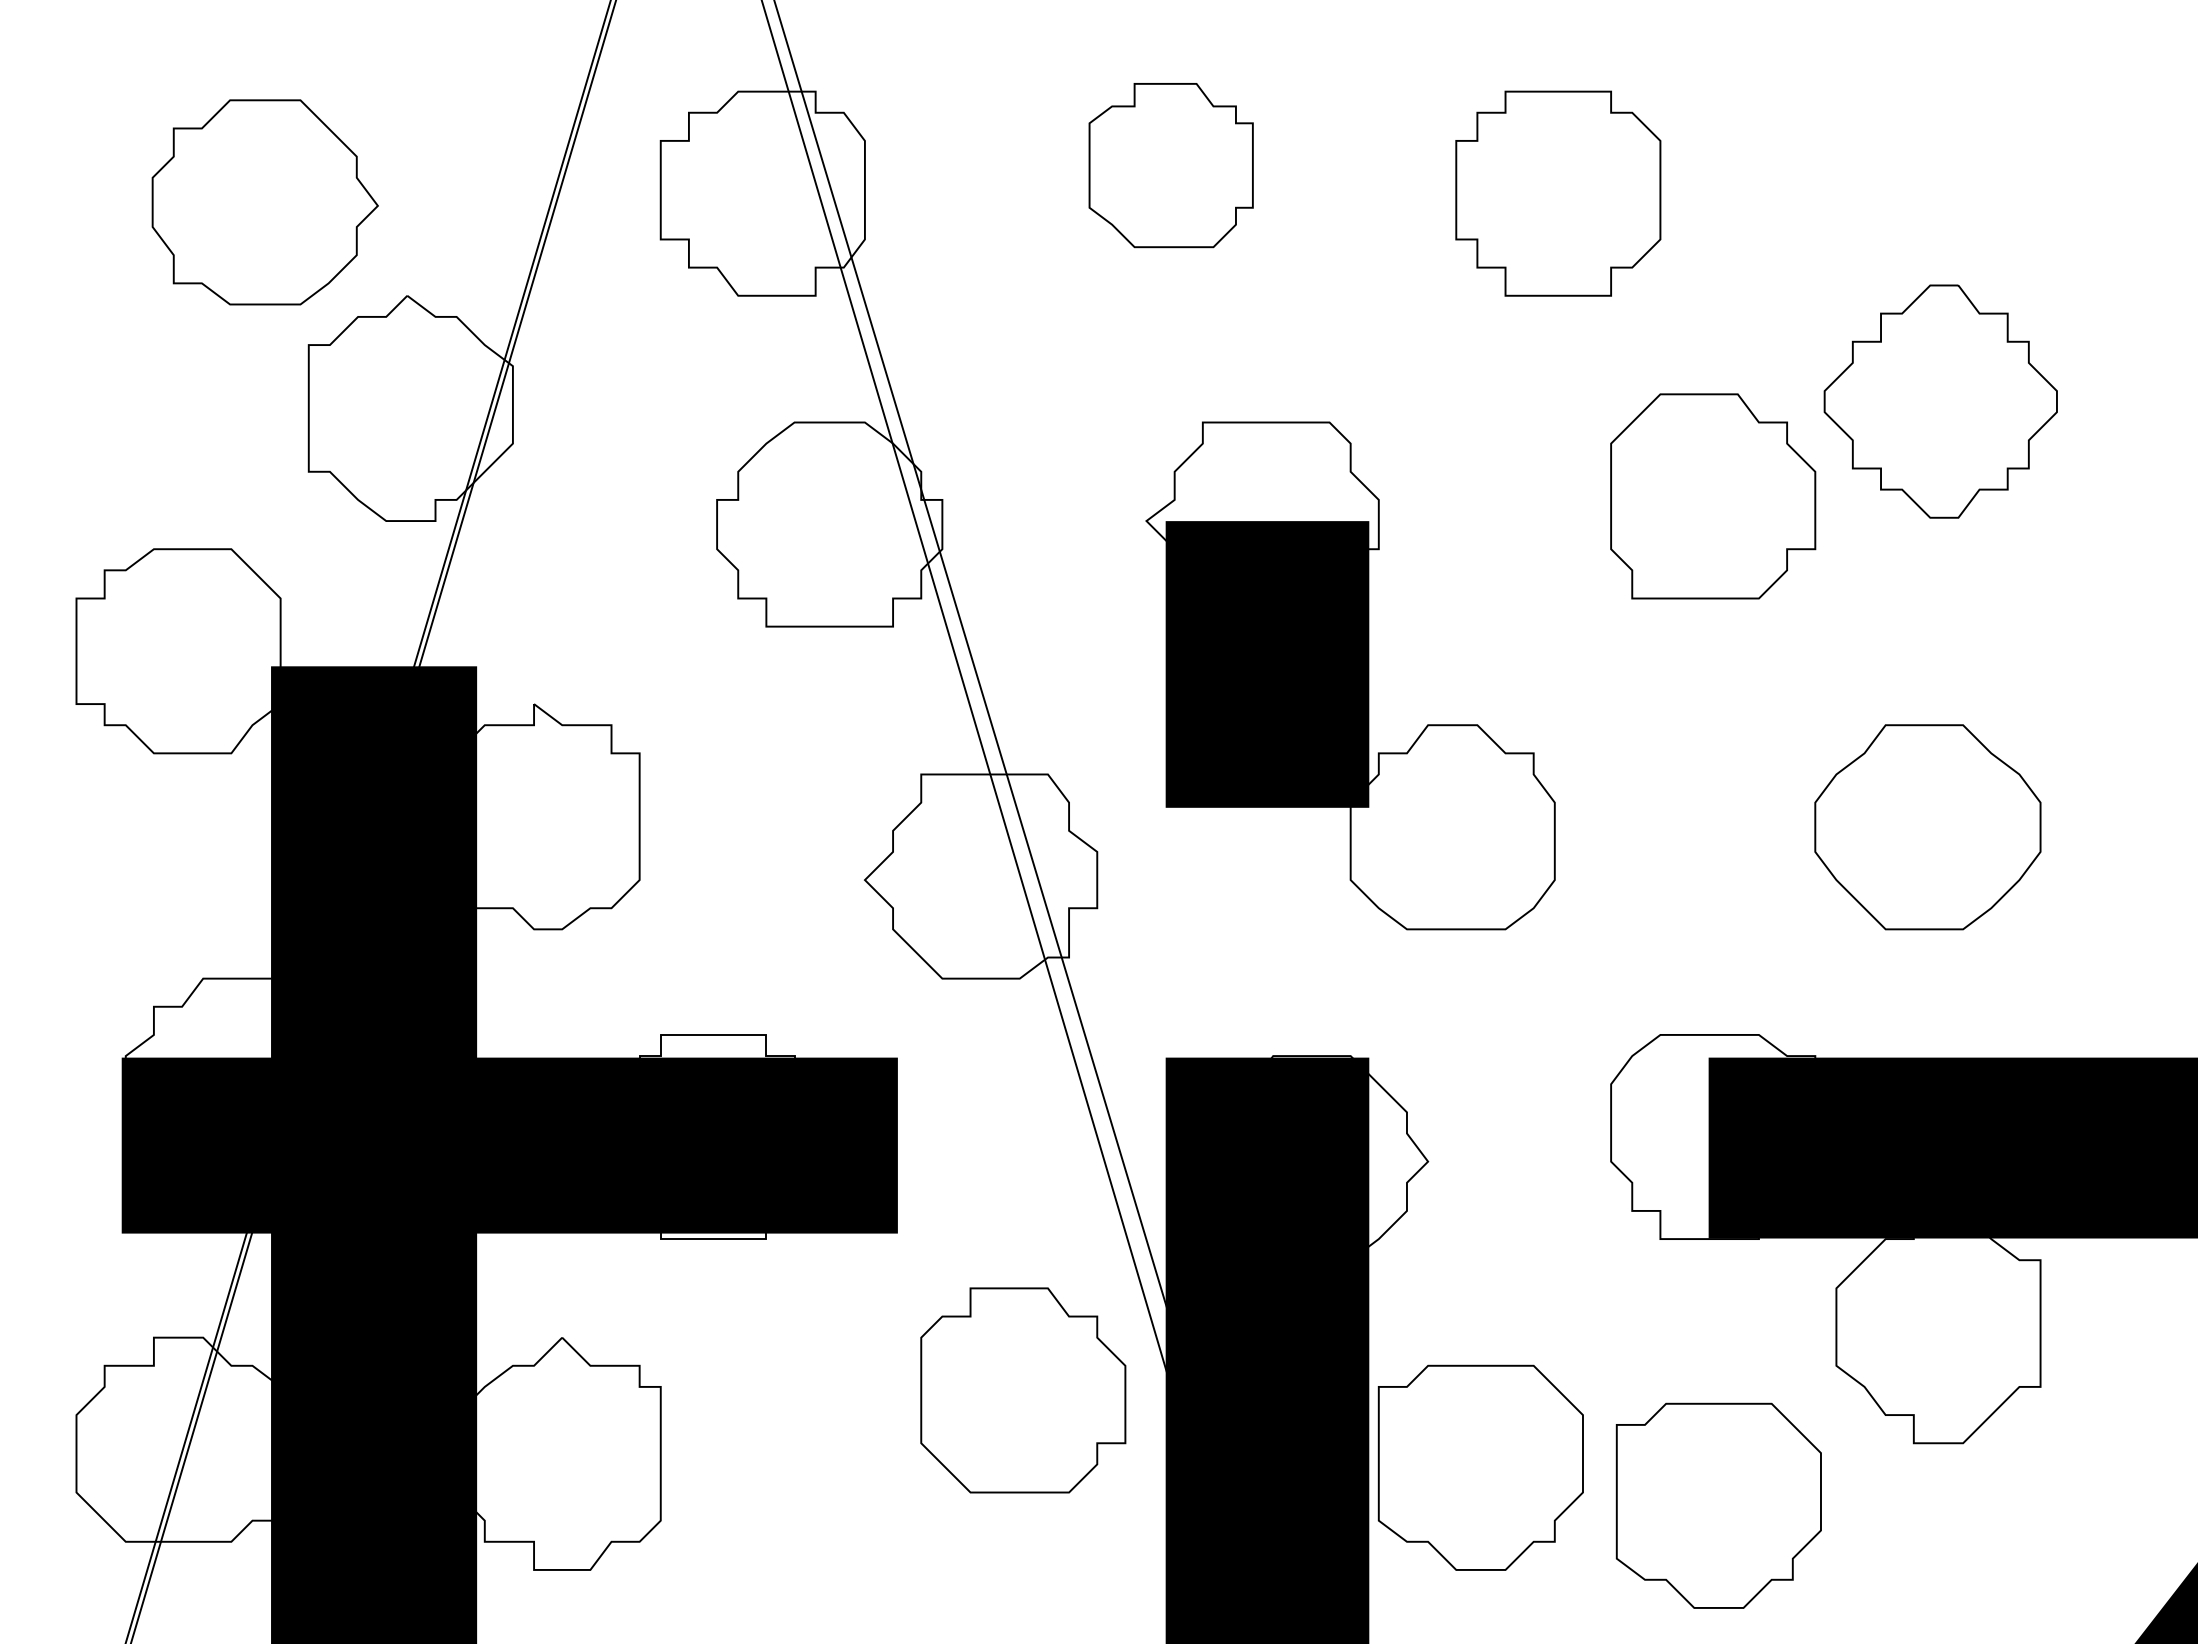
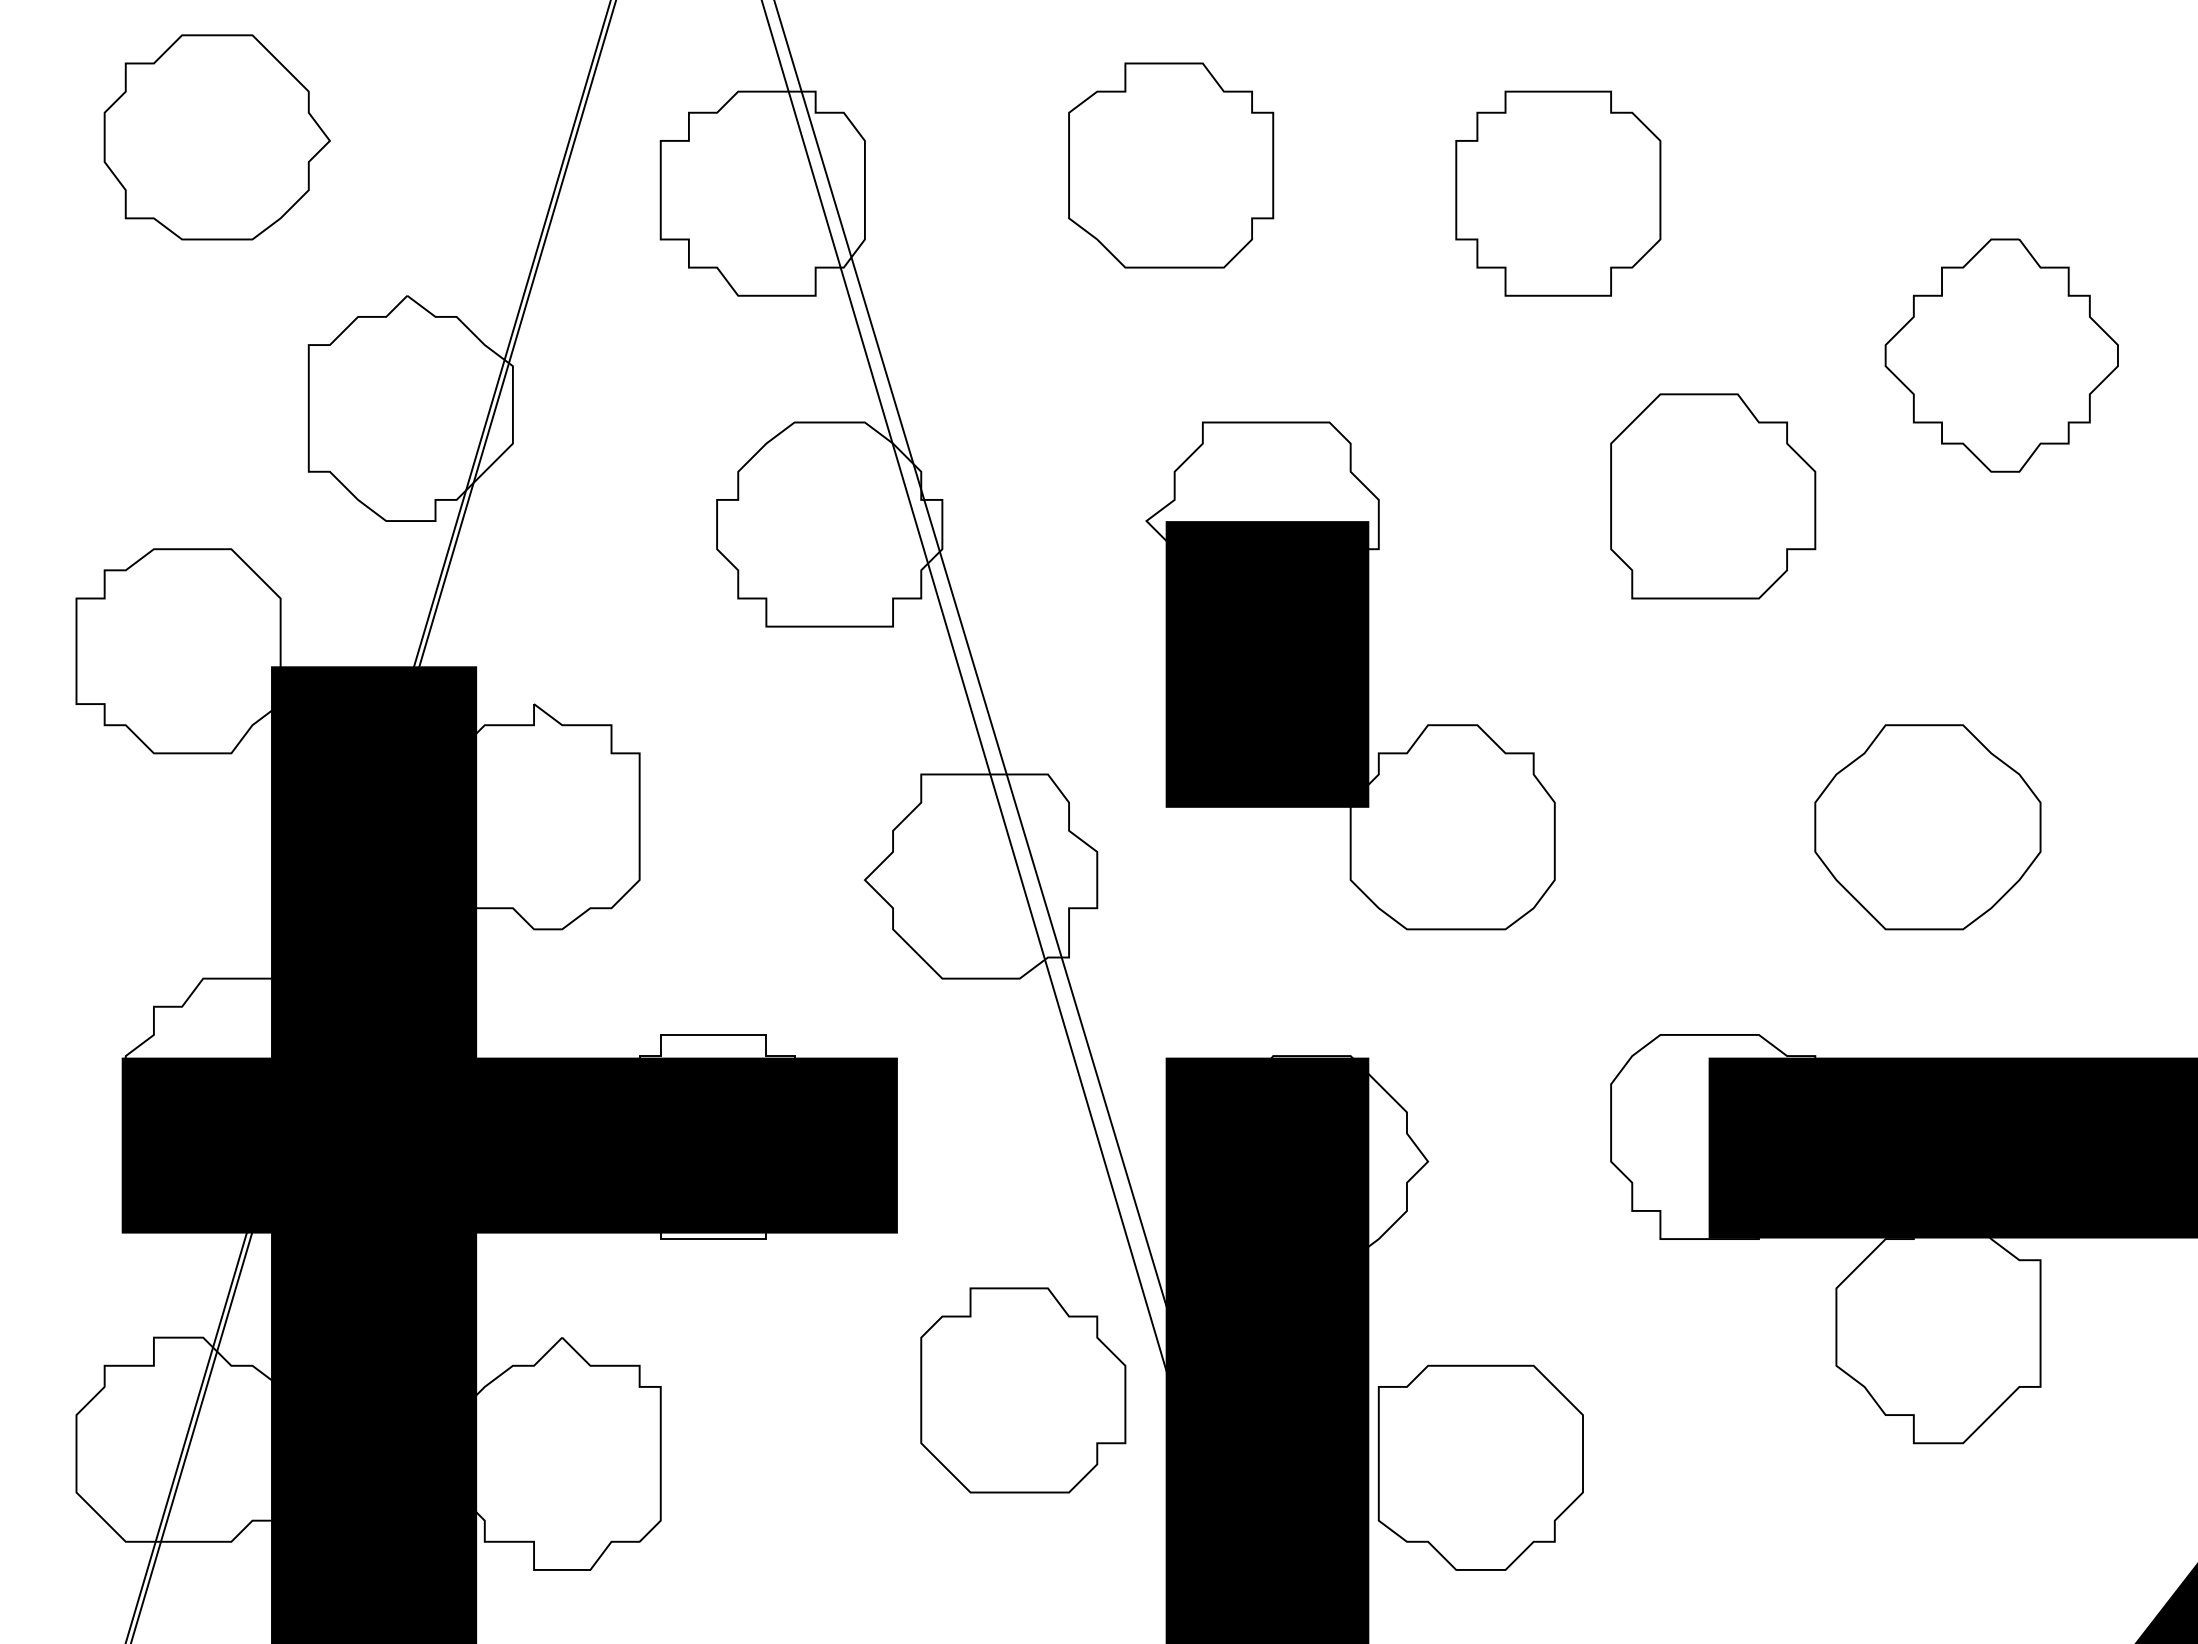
part at (1170, 165) size: 166x166 px -> 207x207 px
part at (264, 202) position: (264, 202) -> (216, 137)
part at (1940, 401) position: (1940, 401) -> (2001, 355)
part at (1718, 1505): present -> none
